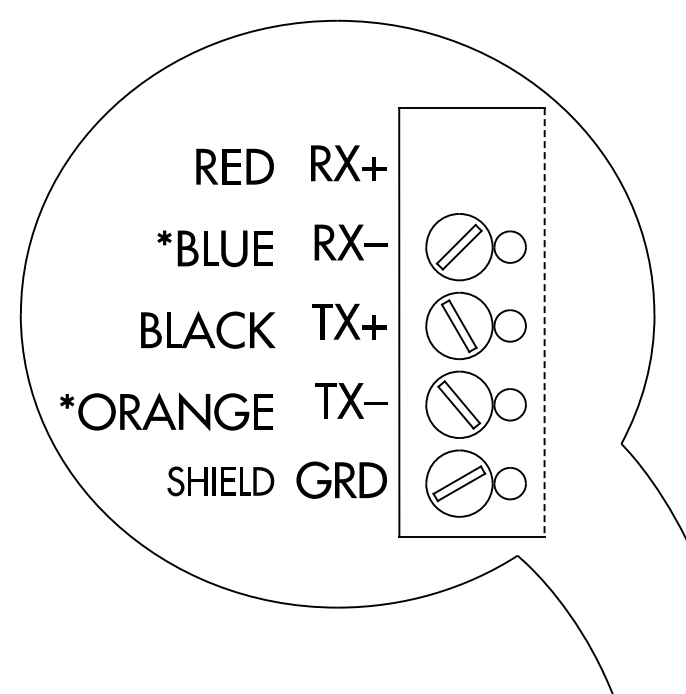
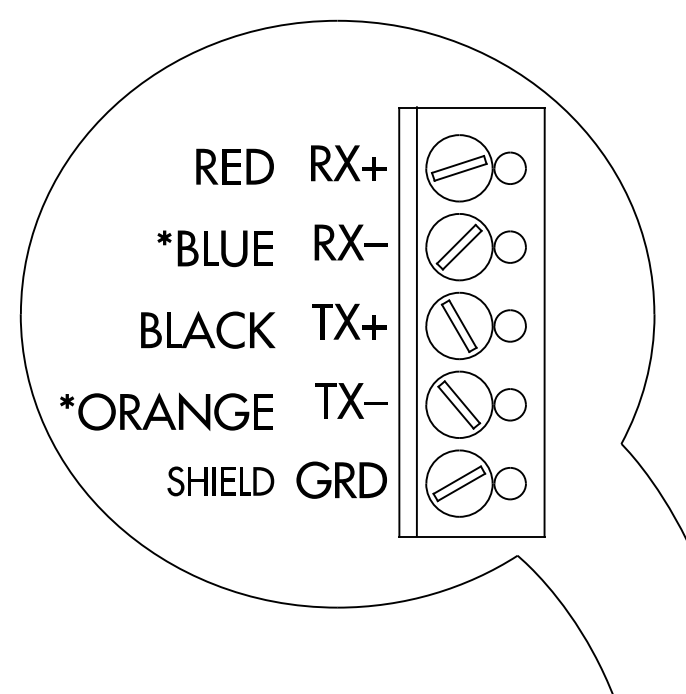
part at (475, 168): none -> present
line at (416, 321): none -> present
line at (544, 323): dashed -> solid
